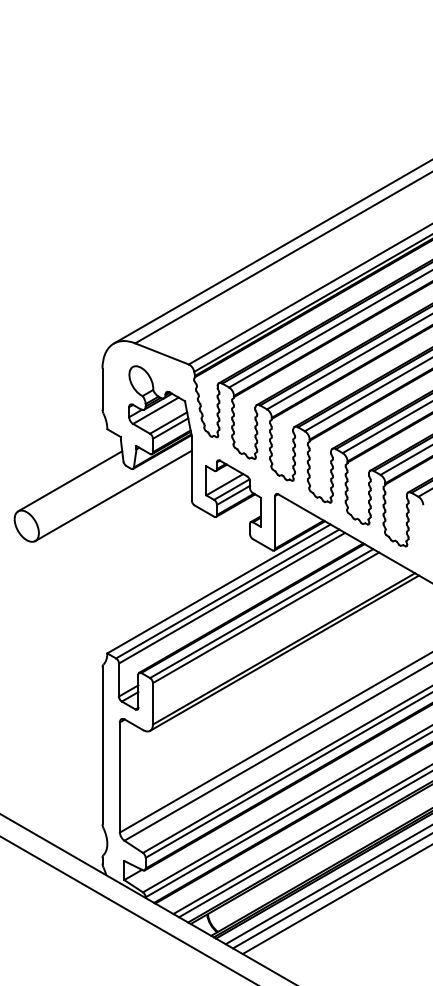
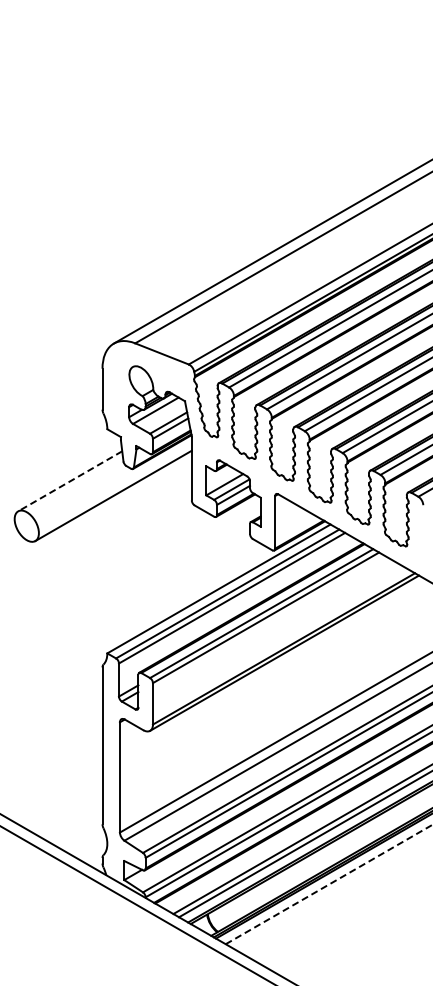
line at (69, 481): solid -> dashed
line at (329, 884): solid -> dashed
line at (331, 891): present -> none
line at (335, 899): present -> none
line at (127, 909) position: (127, 909) -> (136, 904)
